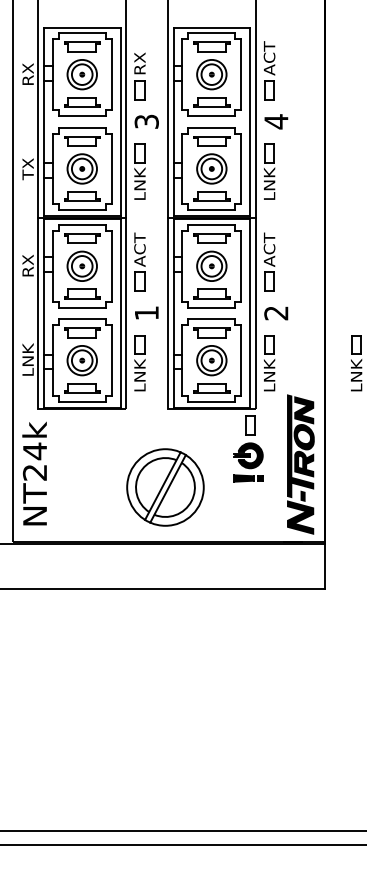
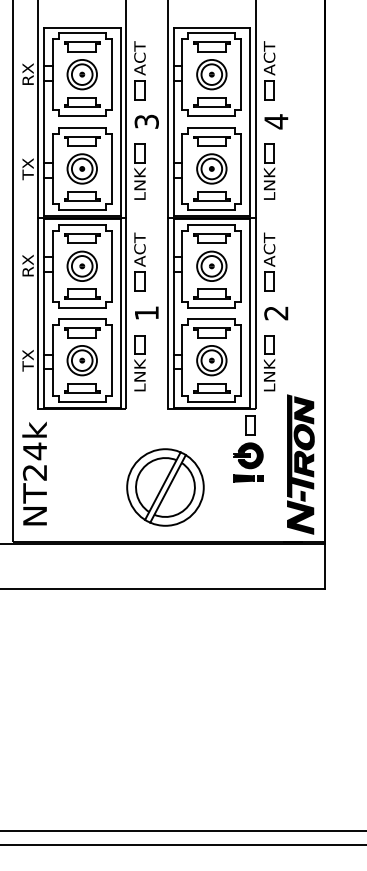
text at (139, 58): RX -> ACT
text at (27, 359): LNK -> TX
part at (356, 363): present -> none
